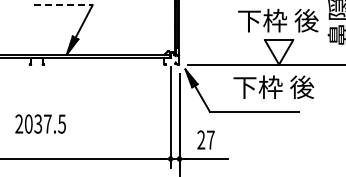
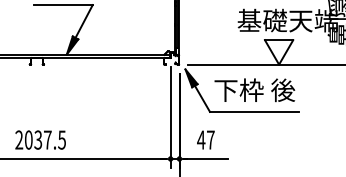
line at (63, 5): dashed -> solid
text at (287, 20): 下枠 後 -> 基礎天端
text at (273, 87) position: (273, 87) -> (254, 90)
text at (40, 123) position: (40, 123) -> (40, 139)
text at (201, 139): 27 -> 47
